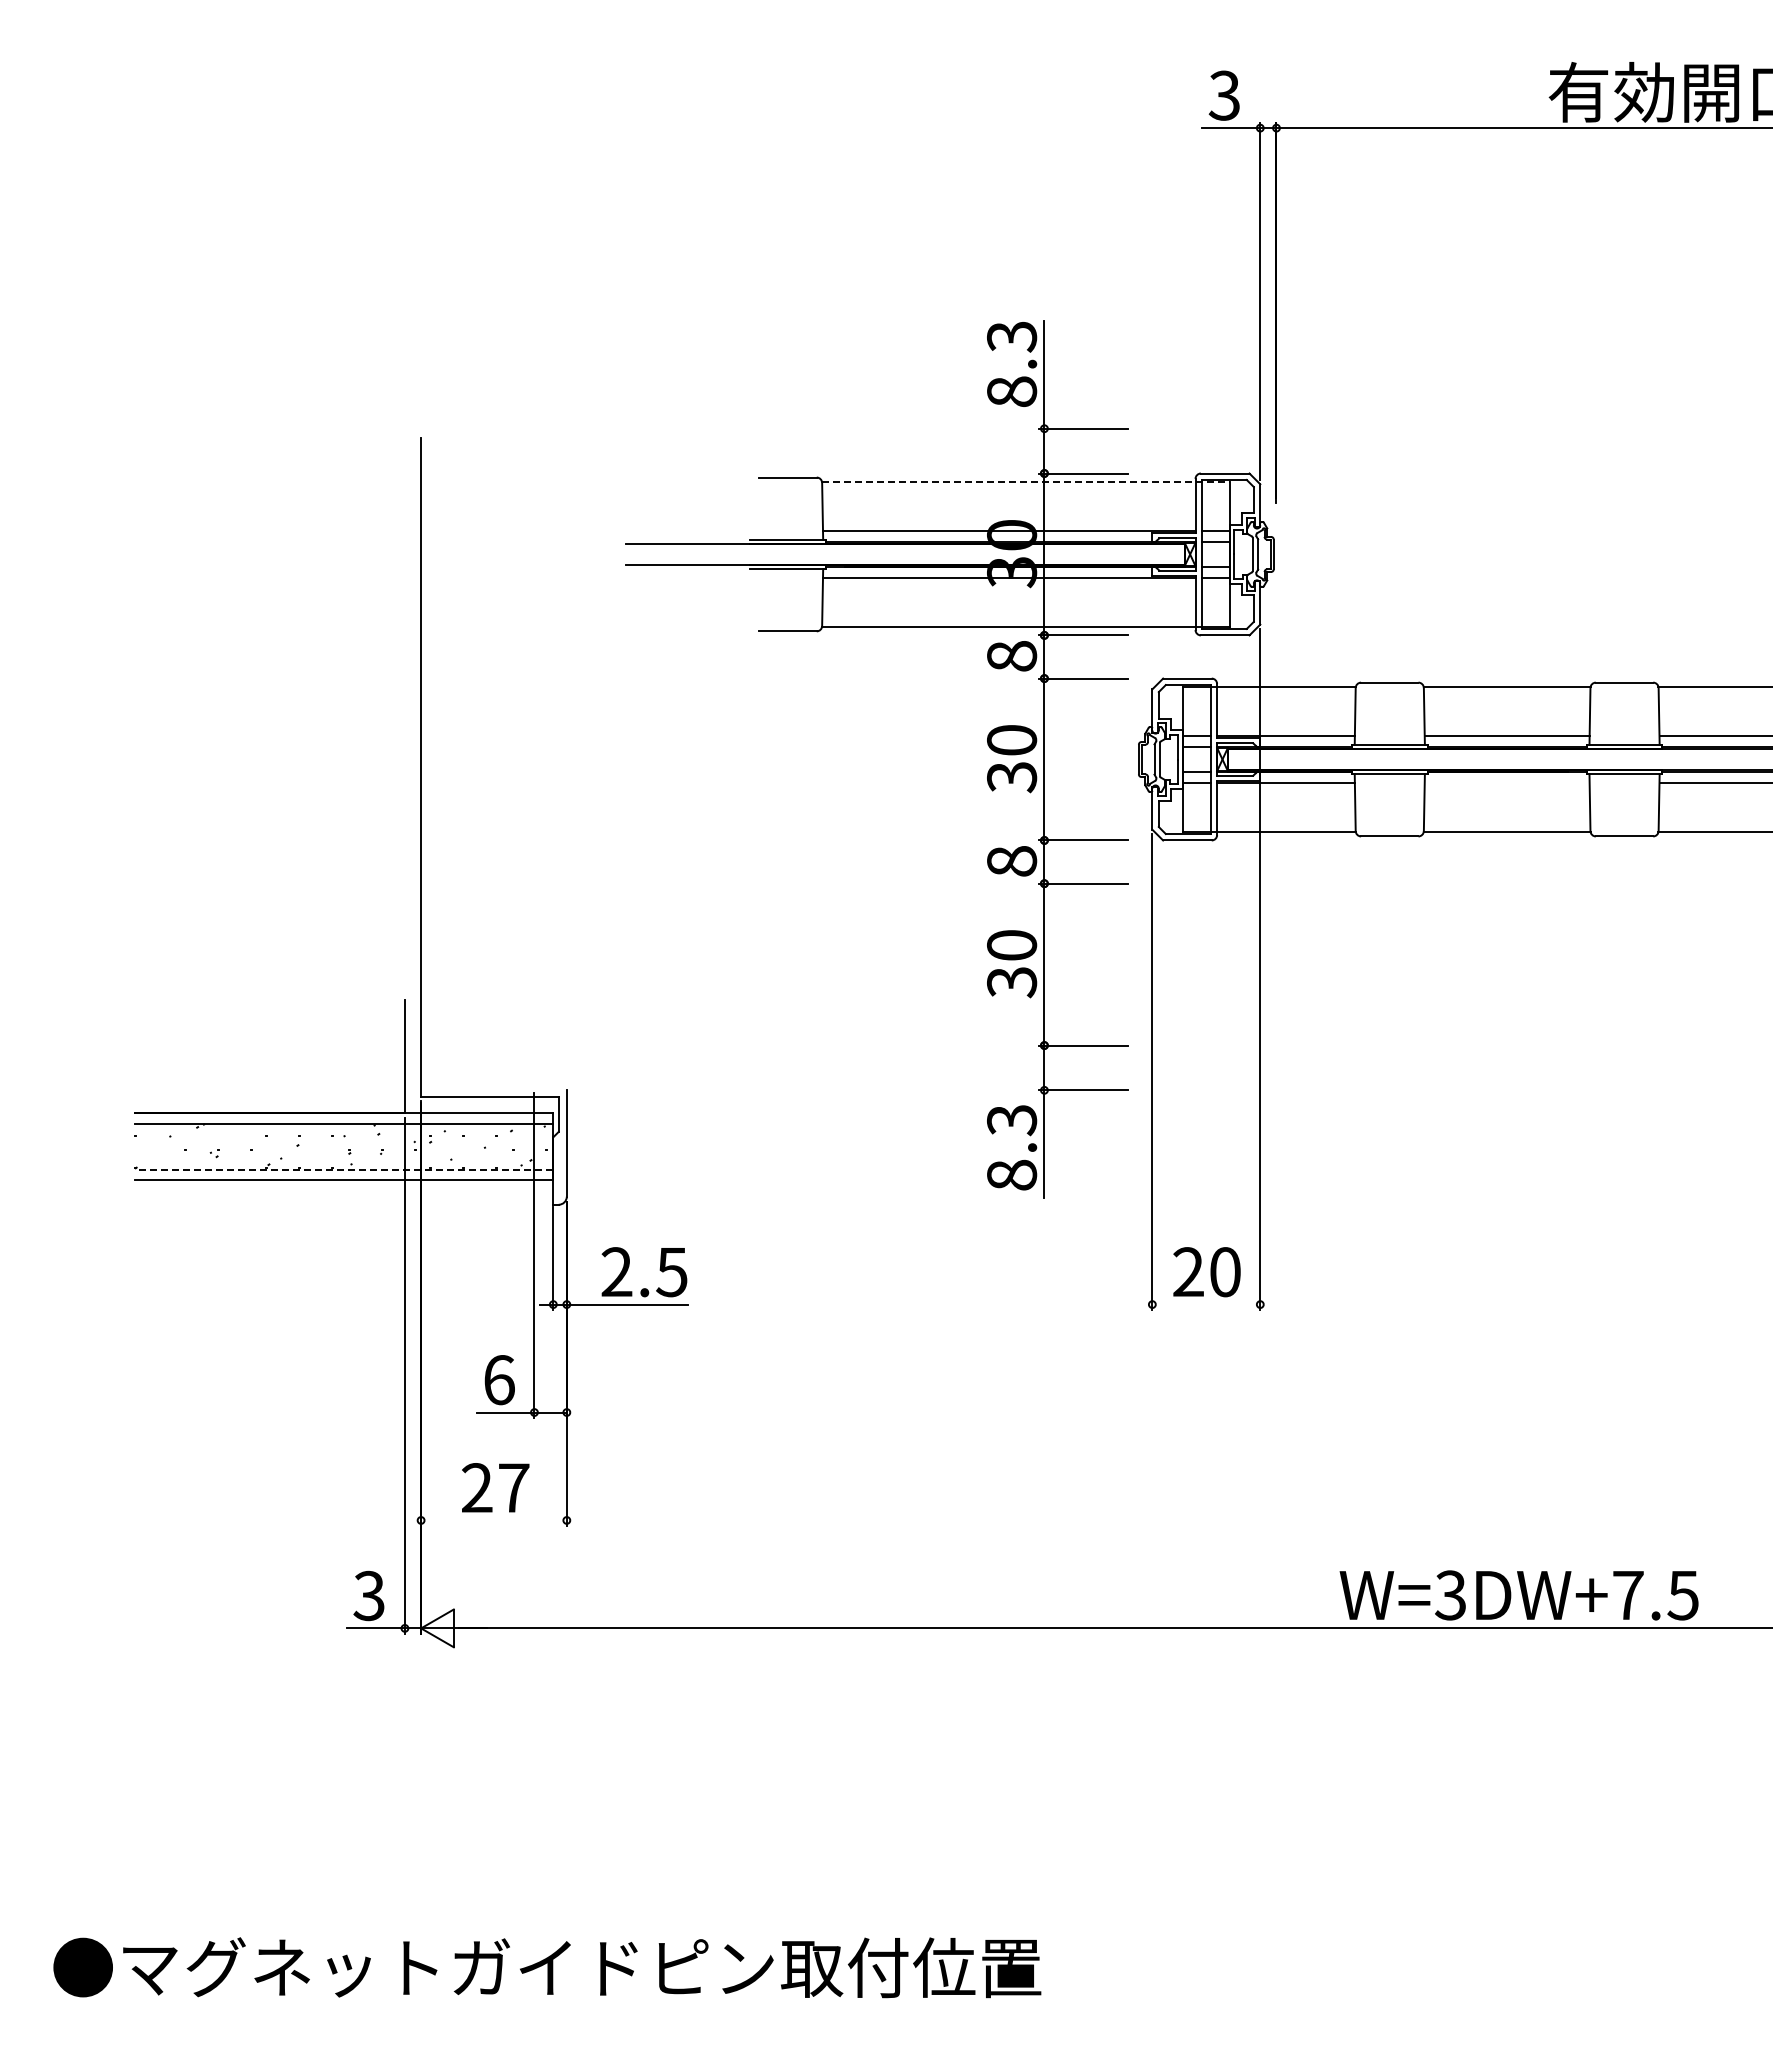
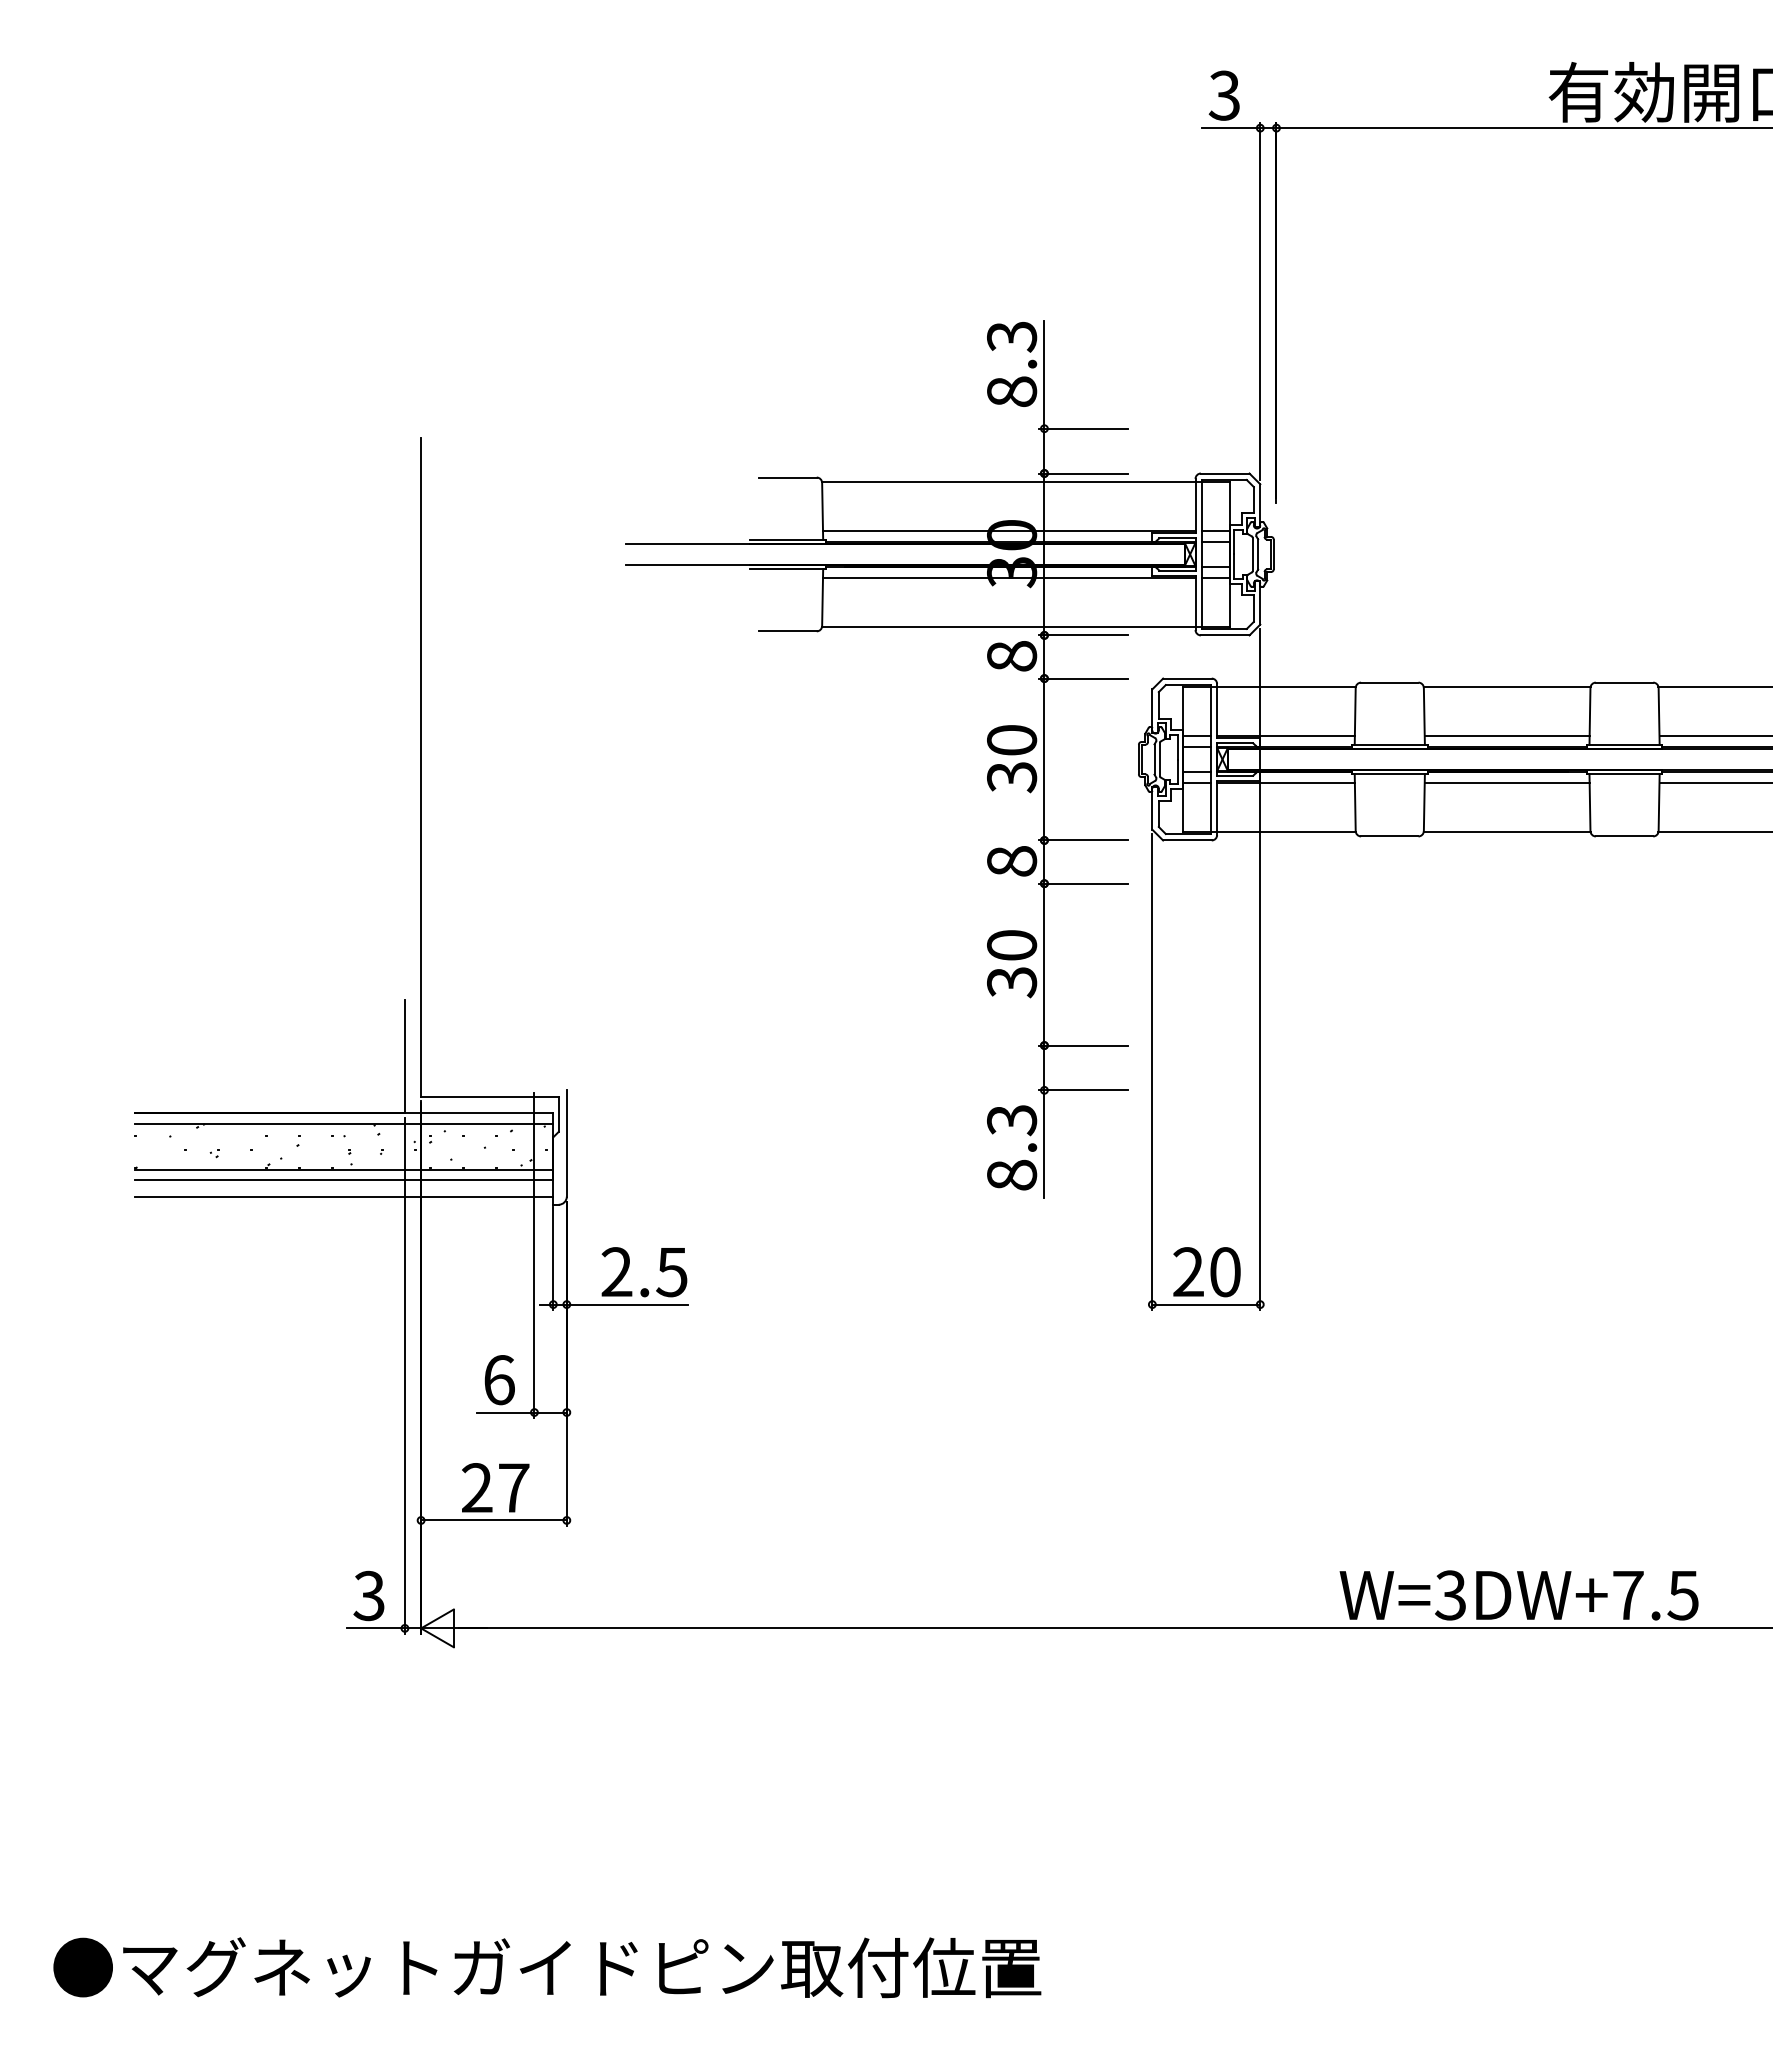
line at (1025, 481): dashed -> solid
line at (1506, 782): none -> present
line at (343, 1169): dashed -> solid
line at (344, 1196): none -> present
line at (1206, 1304): none -> present
line at (493, 1520): none -> present
